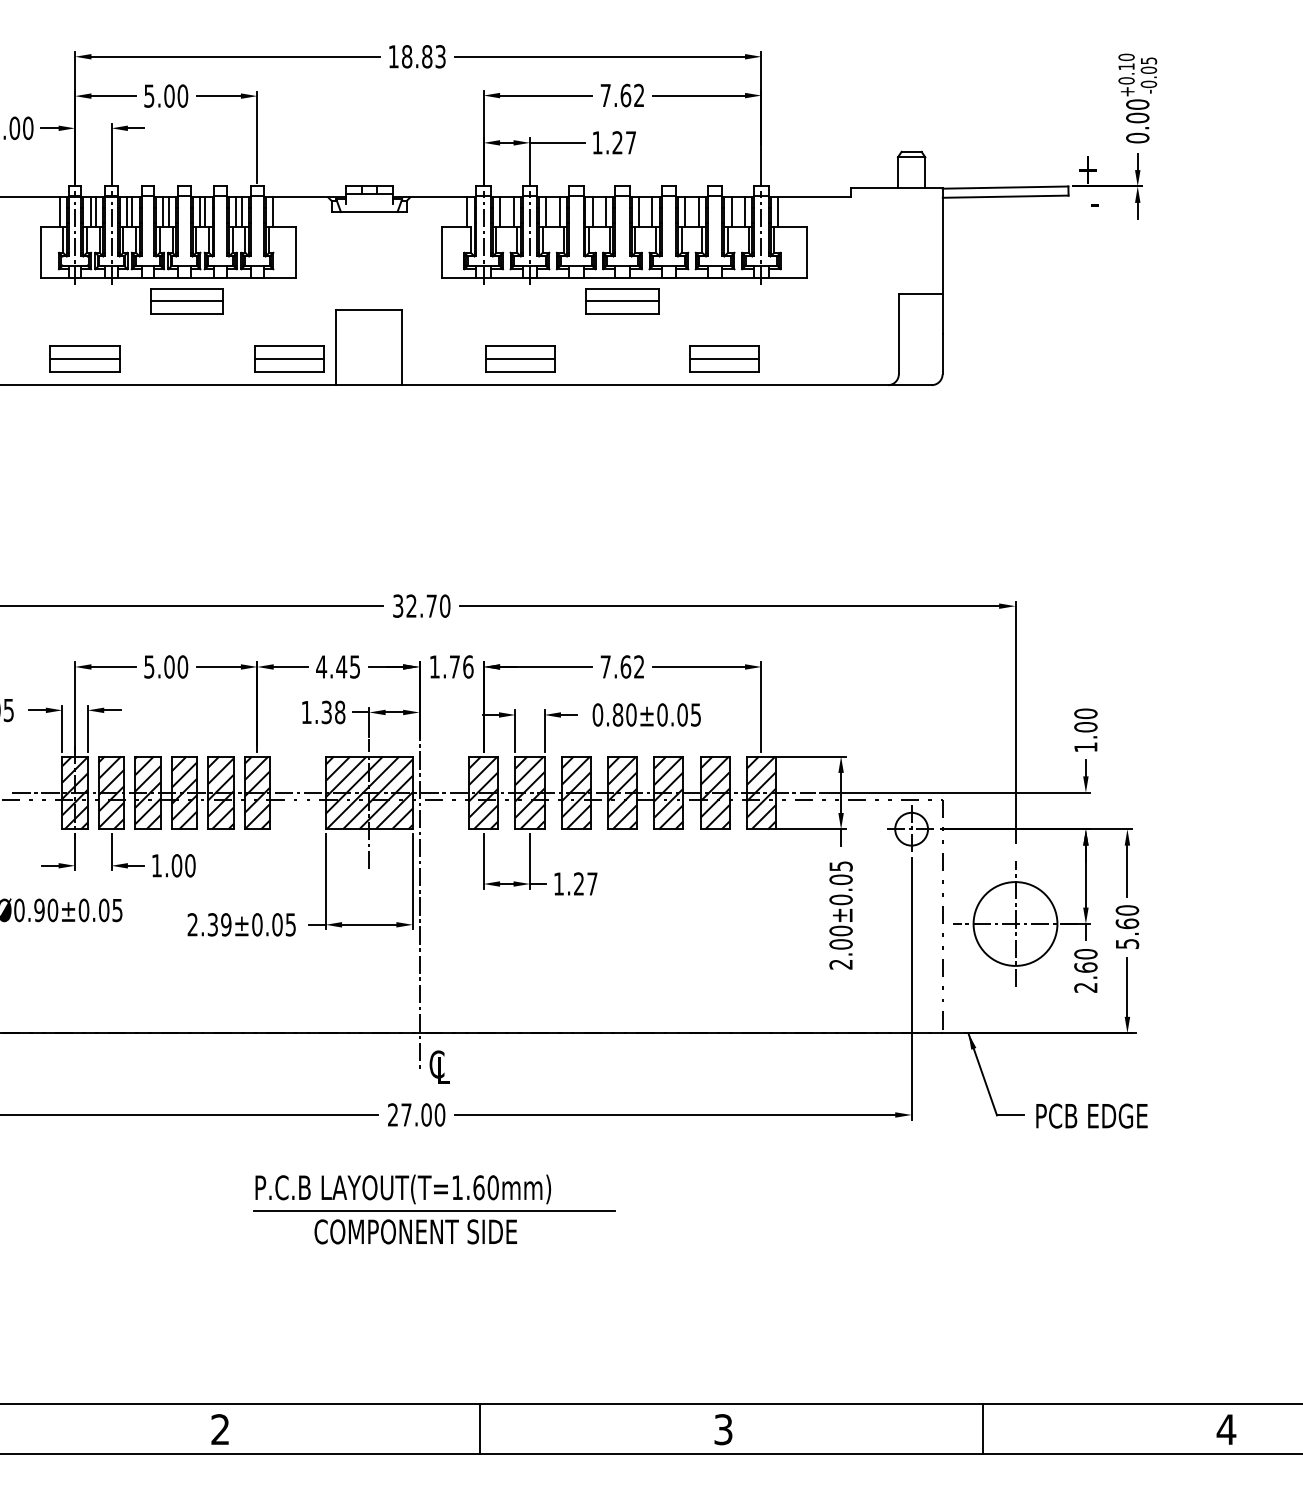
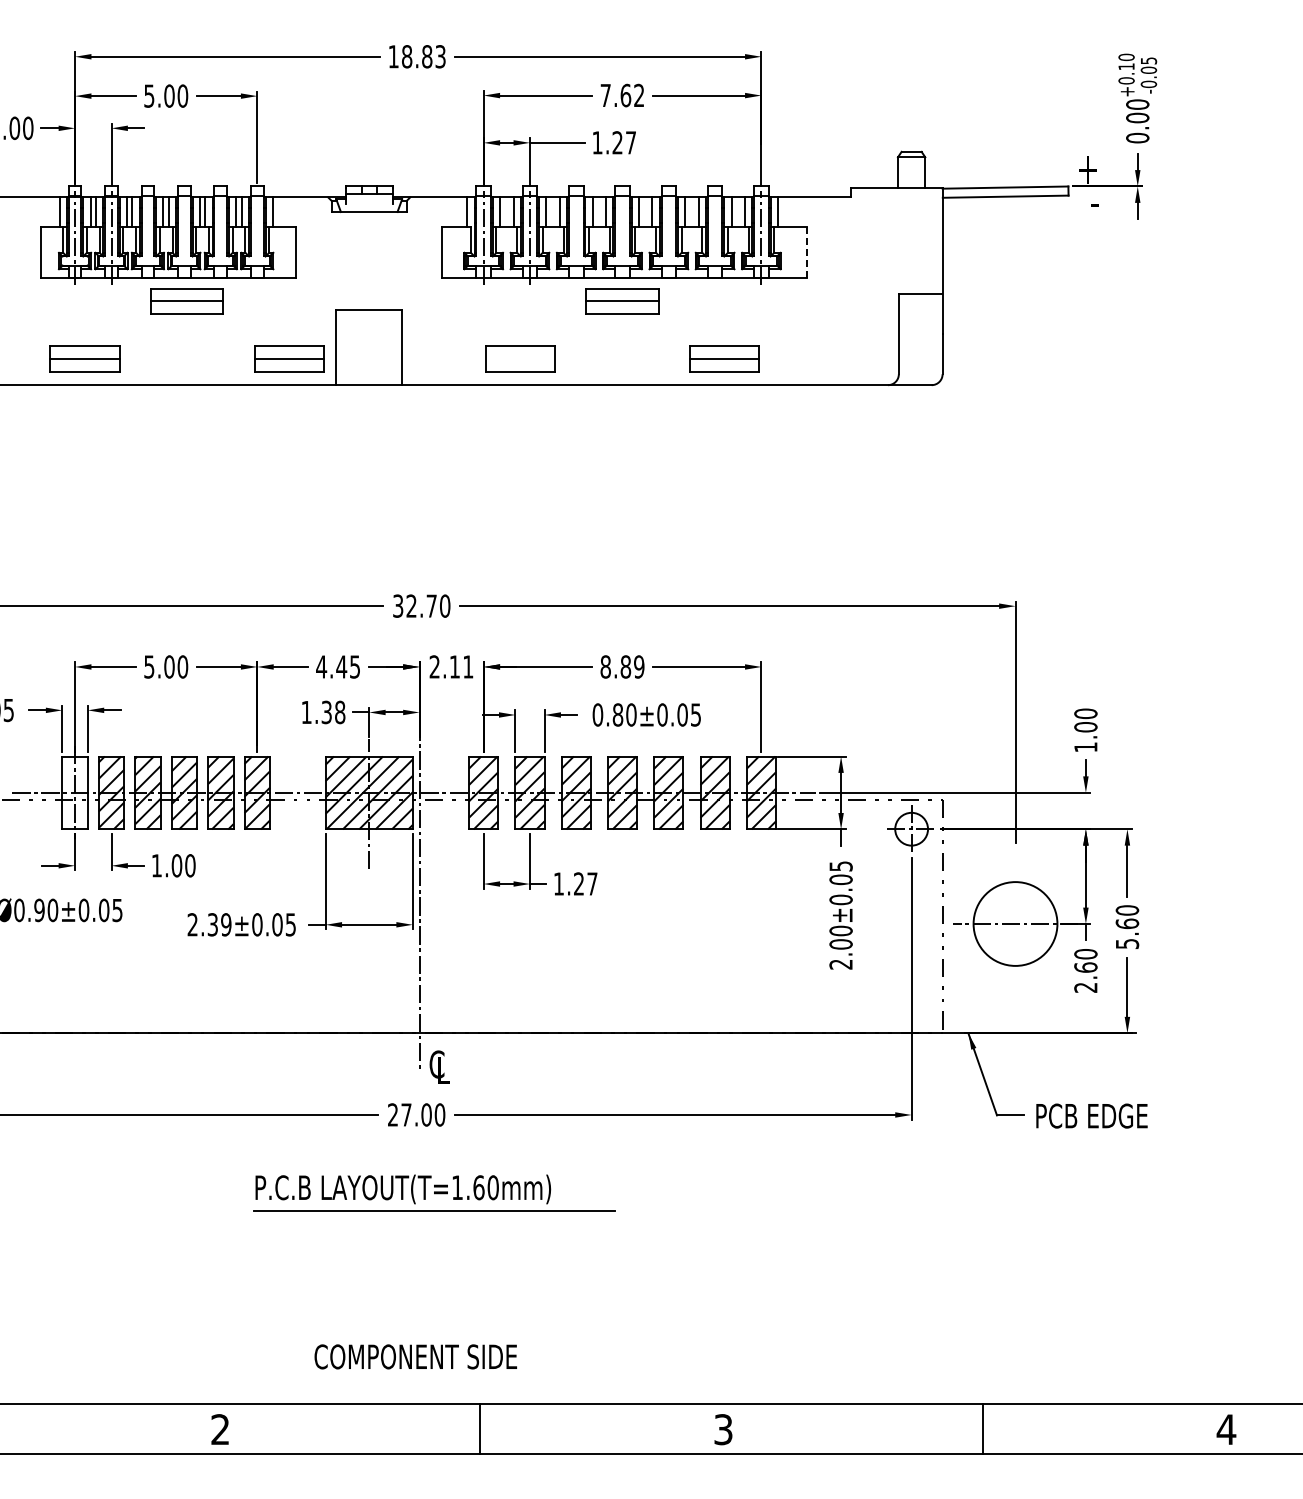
line at (806, 252): solid -> dashed
line at (519, 358): present -> none
text at (451, 666): 1.76 -> 2.11
text at (622, 666): 7.62 -> 8.89
hatch at (74, 792): present -> none
line at (1015, 923): present -> none
text at (415, 1231) position: (415, 1231) -> (415, 1356)
